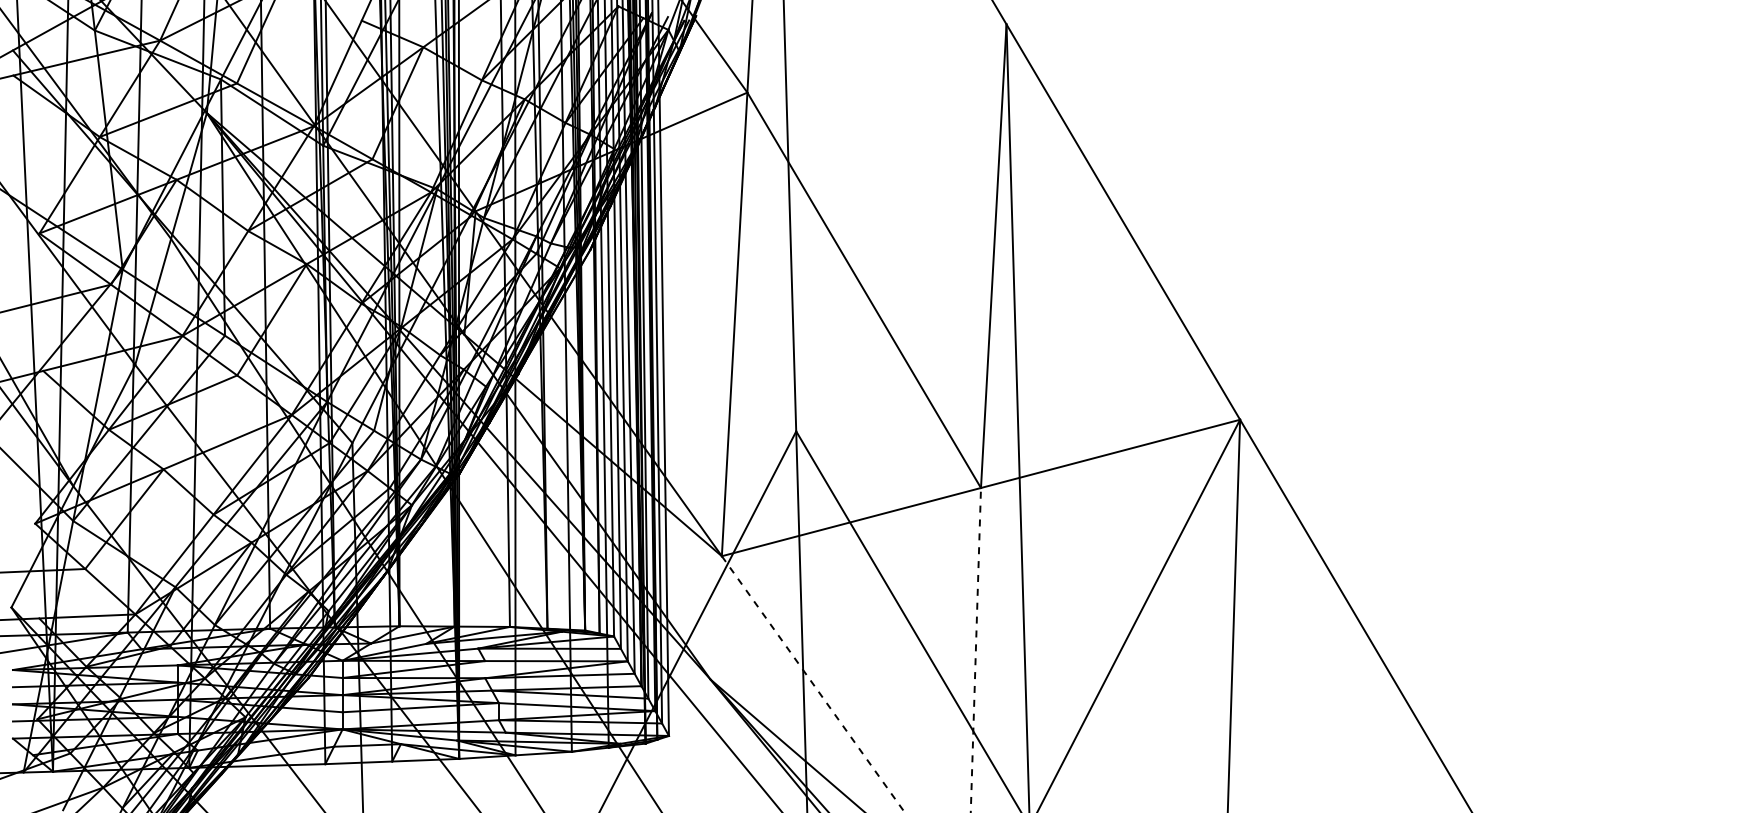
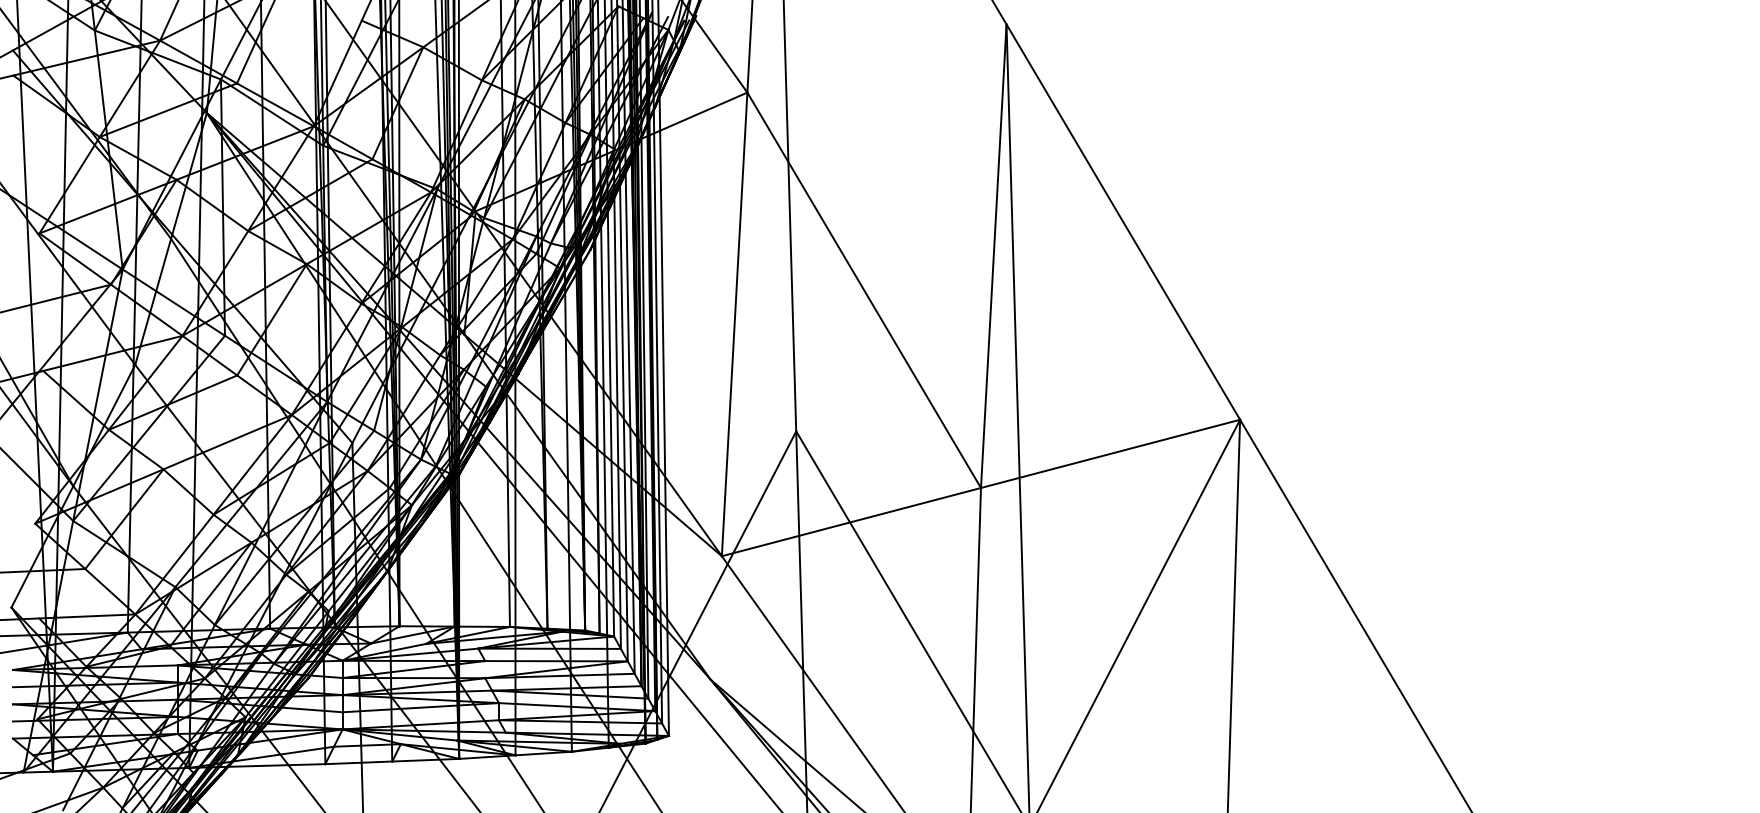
line at (975, 649): dashed -> solid
line at (813, 684): dashed -> solid
